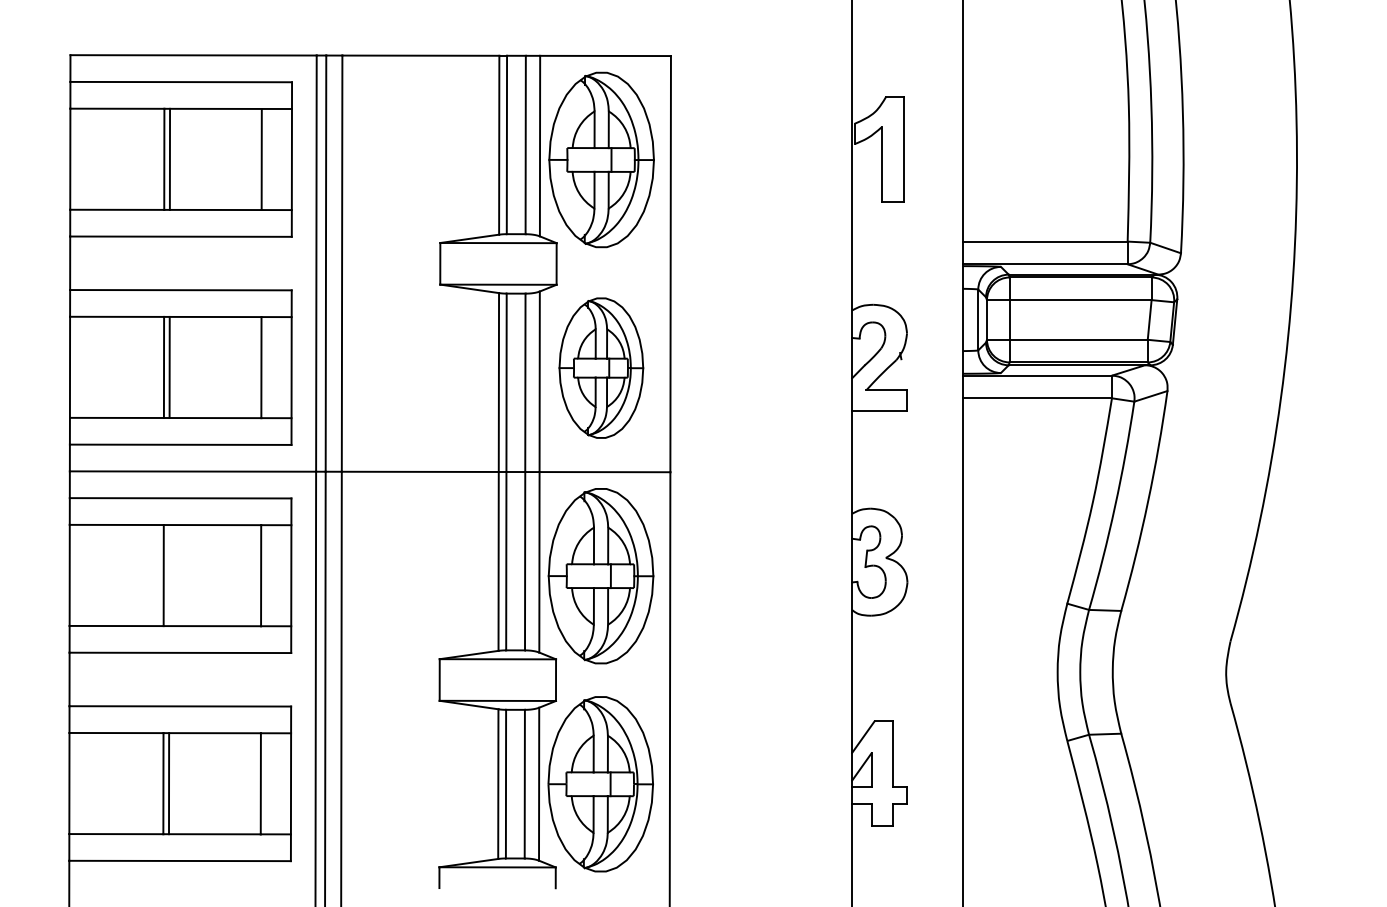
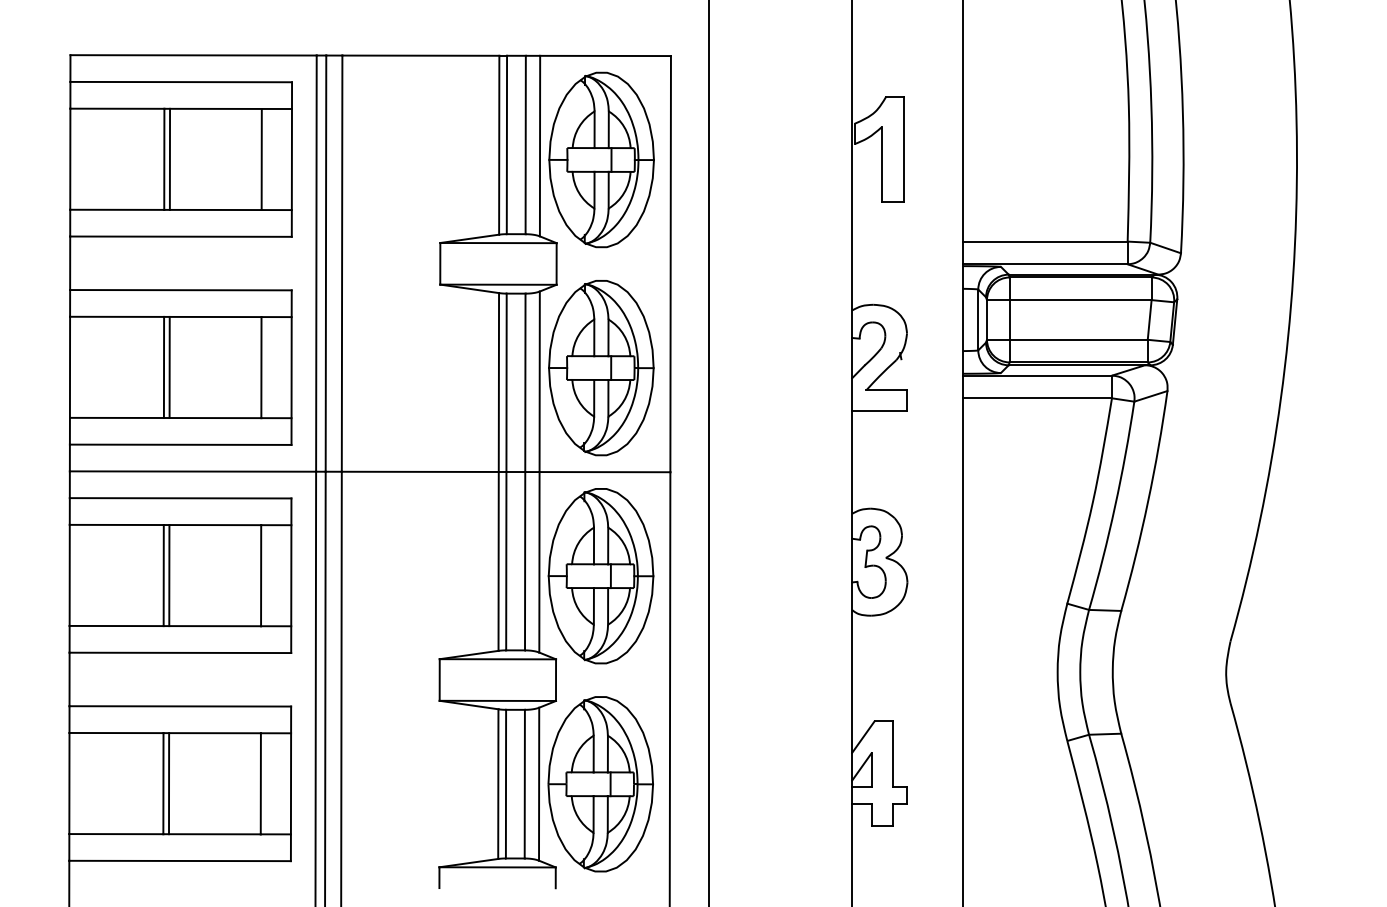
part at (601, 367) size: 87x142 px -> 107x177 px
line at (708, 452): none -> present
line at (169, 575): none -> present
